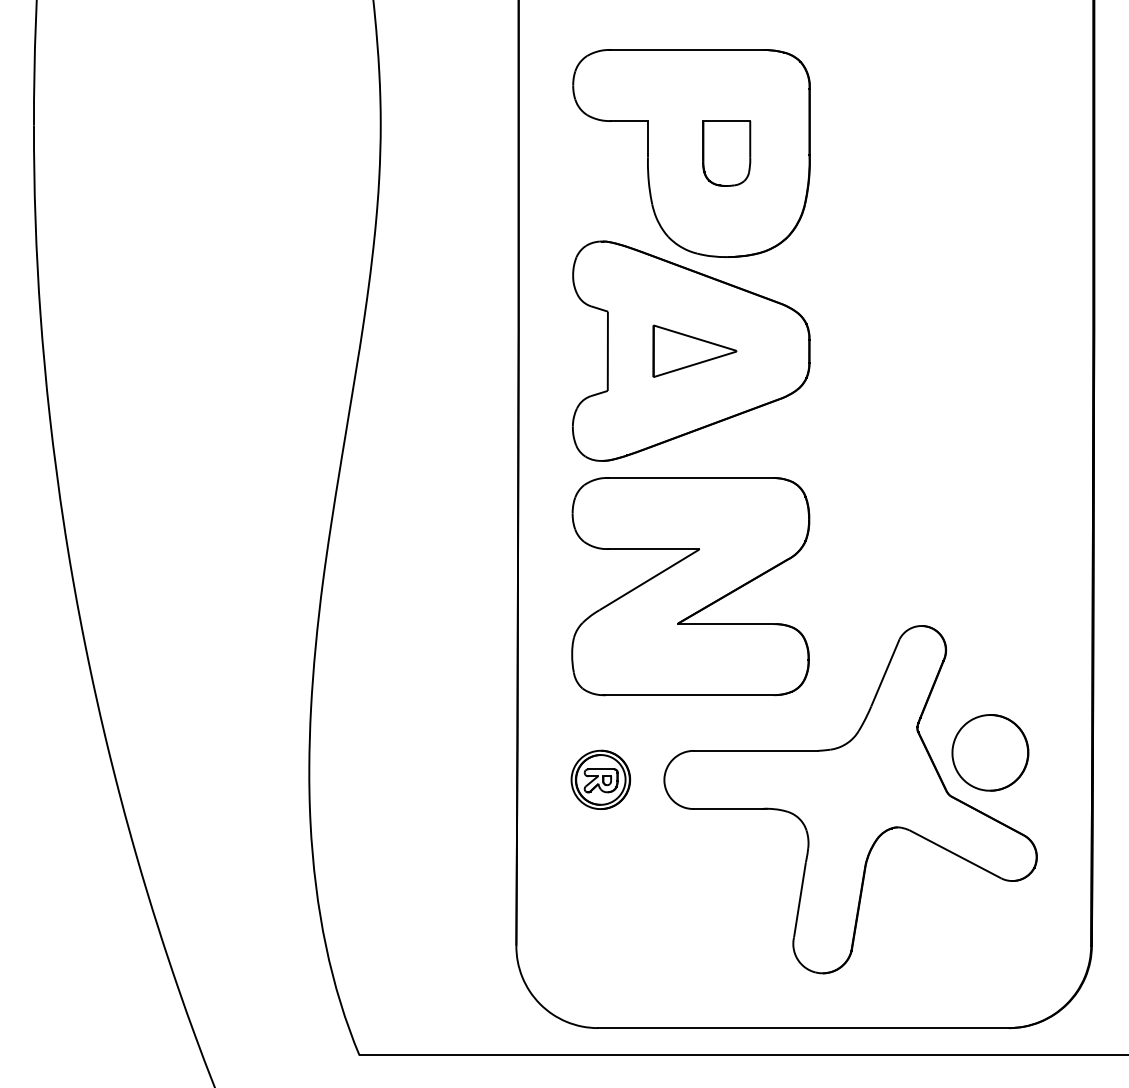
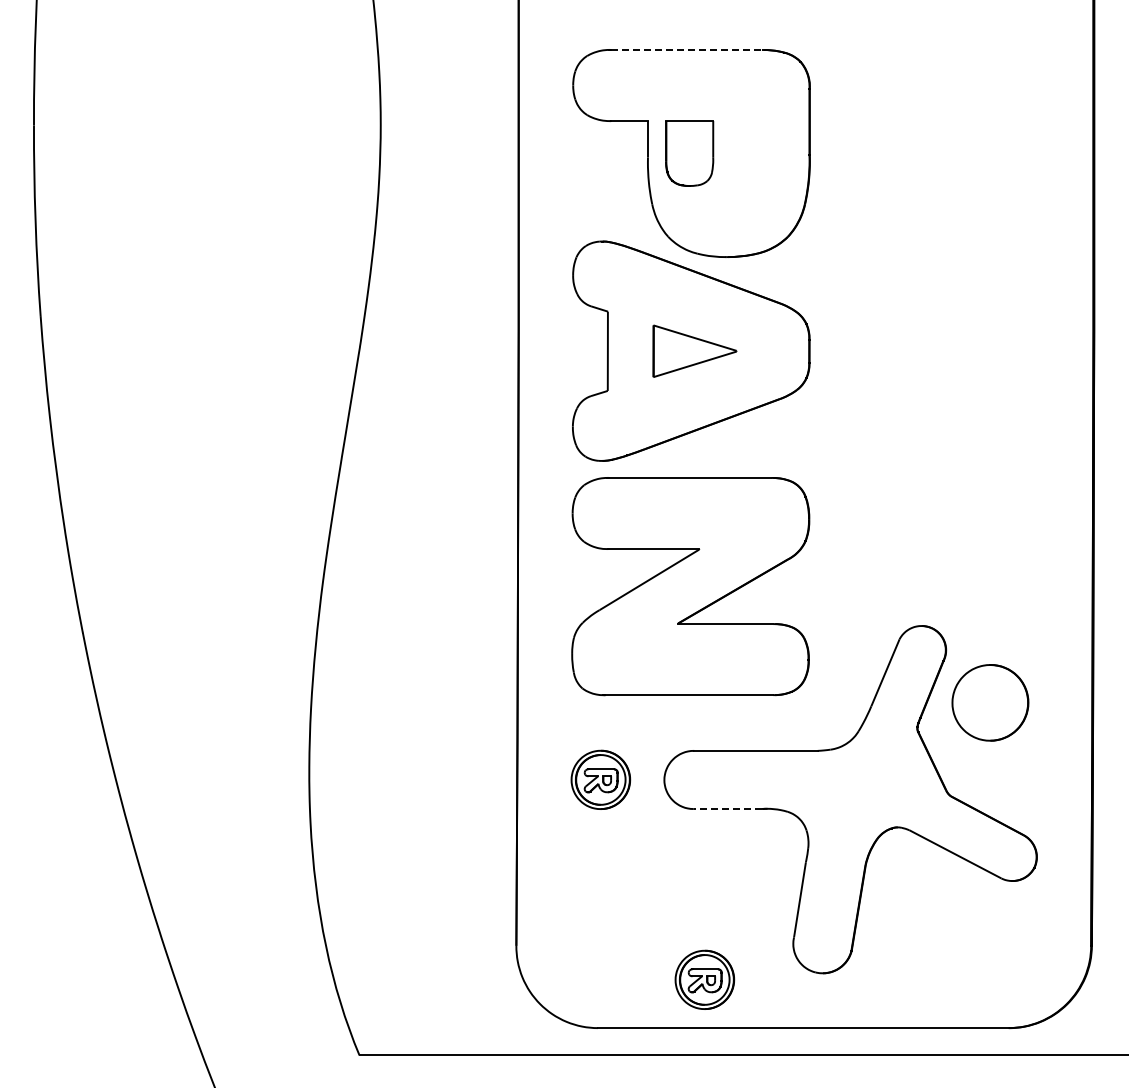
line at (687, 50): solid -> dashed
part at (726, 153) position: (726, 153) -> (689, 153)
part at (990, 752) position: (990, 752) -> (990, 702)
line at (727, 809): solid -> dashed
part at (704, 979): none -> present
